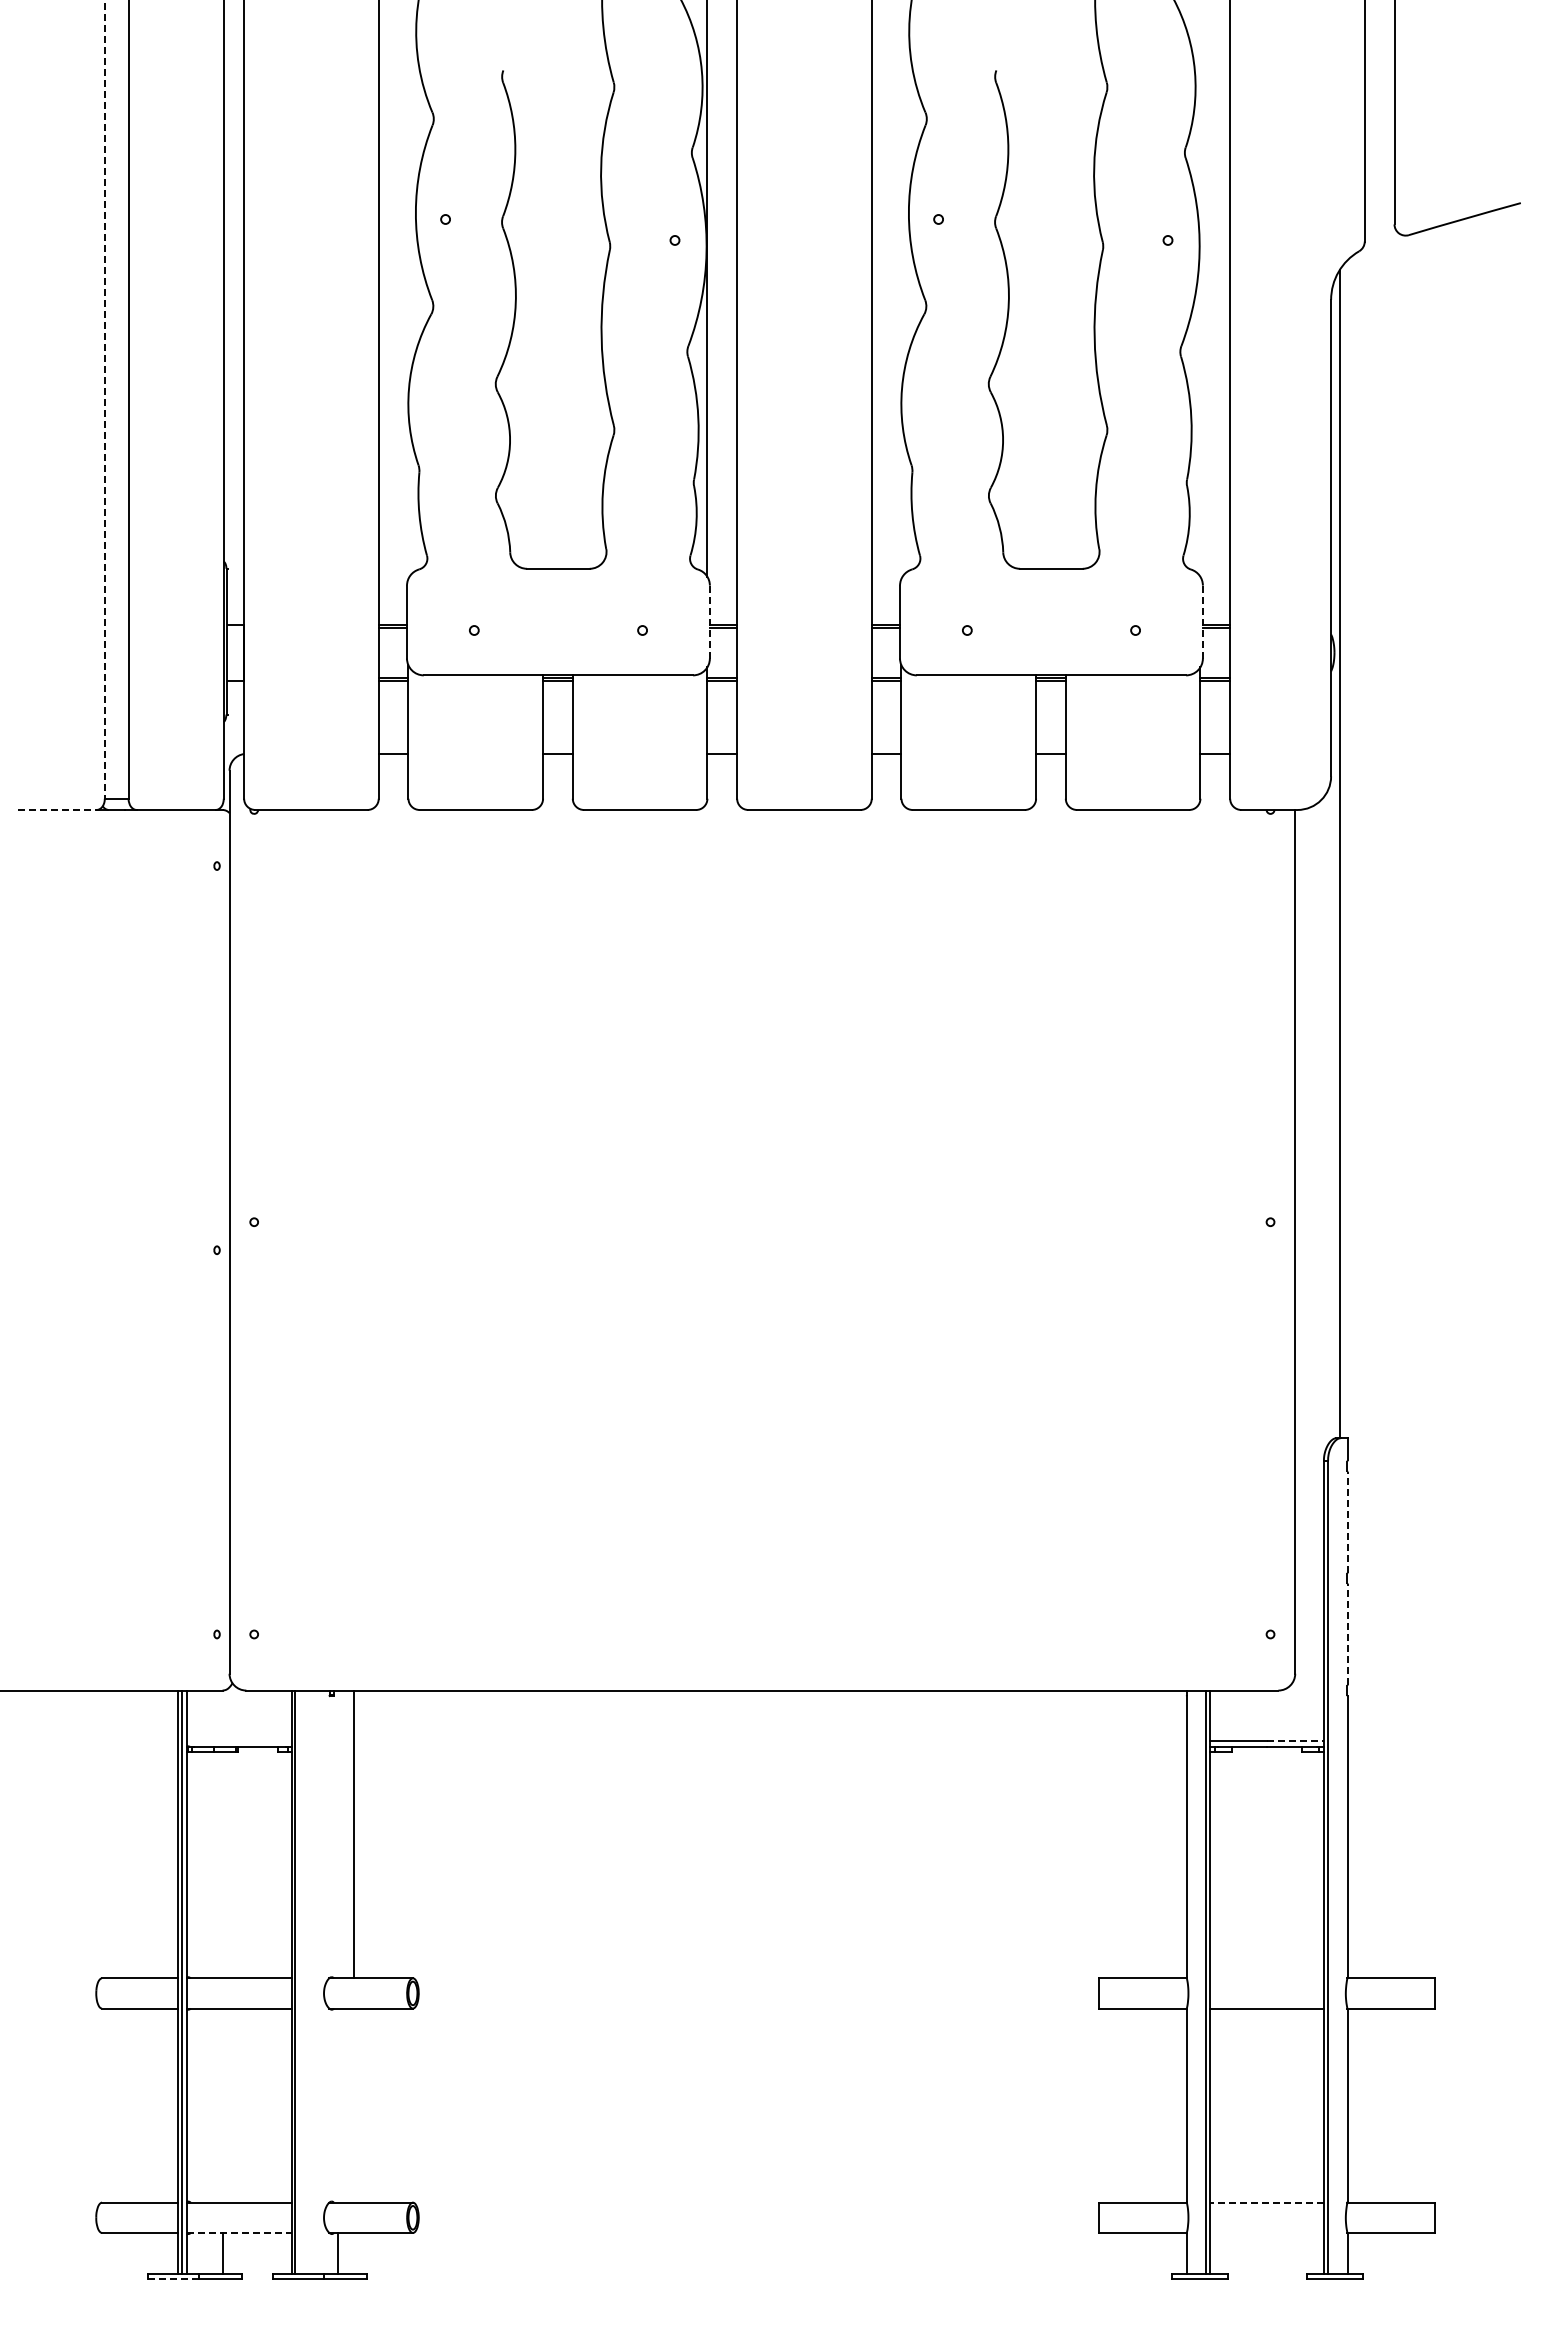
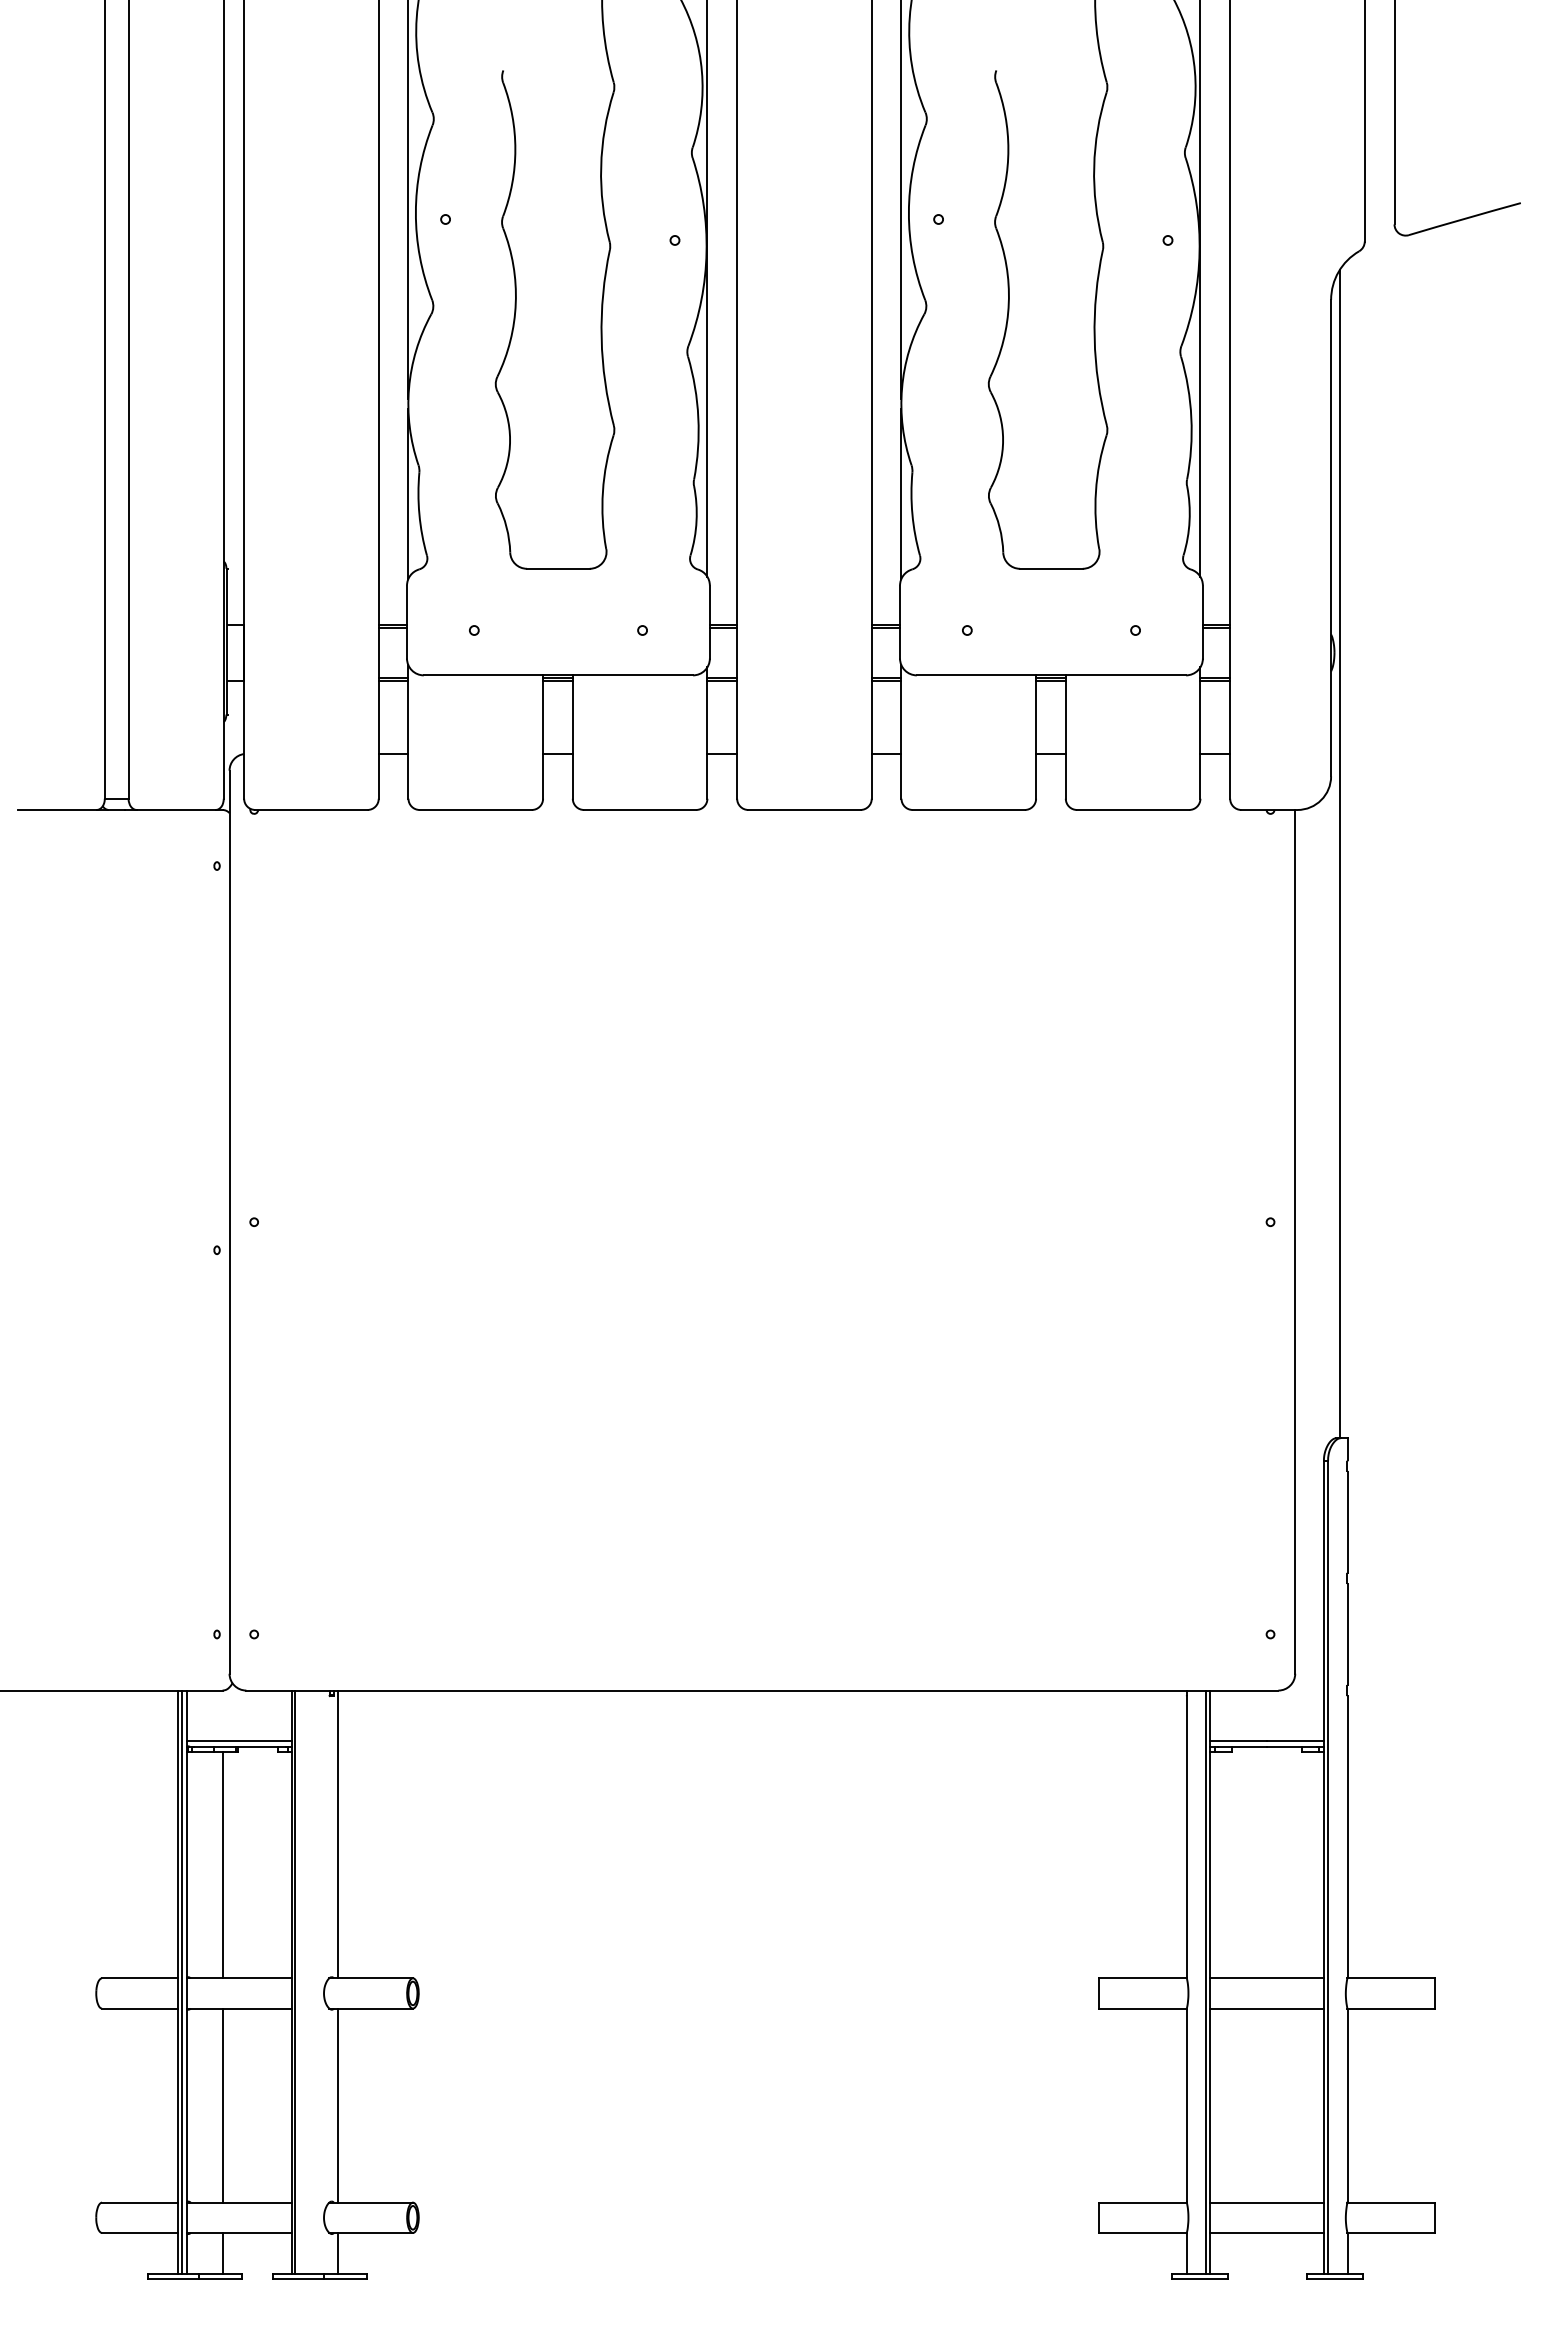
line at (408, 200): none -> present
line at (901, 200): none -> present
line at (1200, 289): none -> present
line at (104, 399): dashed -> solid
line at (408, 493): none -> present
line at (901, 493): none -> present
line at (709, 621): dashed -> solid
line at (1202, 621): dashed -> solid
line at (57, 809): dashed -> solid
line at (1347, 1521): dashed -> solid
line at (1347, 1633): dashed -> solid
line at (239, 1741): none -> present
line at (1296, 1741): dashed -> solid
line at (353, 1834) position: (353, 1834) -> (337, 1834)
line at (222, 1865): none -> present
line at (1266, 1978): none -> present
line at (222, 2105): none -> present
line at (337, 2105): none -> present
line at (1267, 2202): dashed -> solid
line at (240, 2232): dashed -> solid
line at (1266, 2232): none -> present
line at (173, 2279): dashed -> solid
